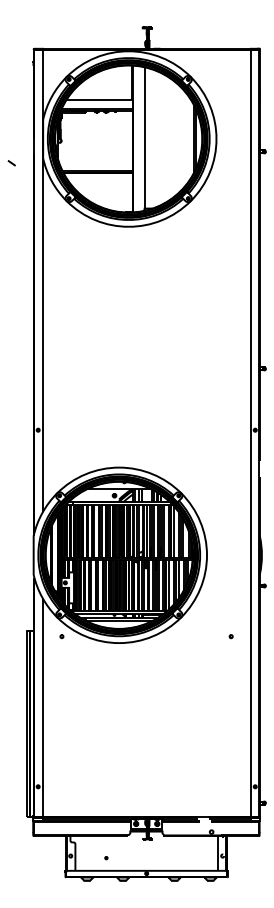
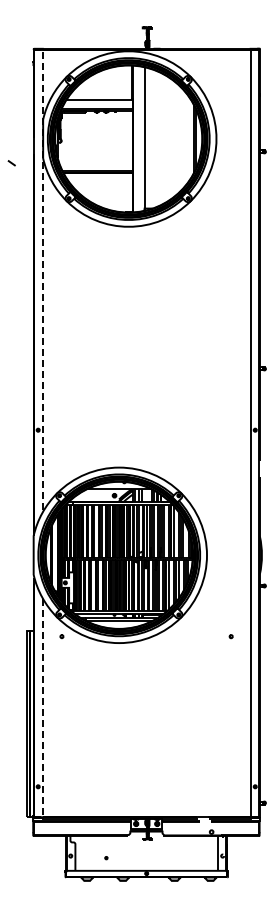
line at (42, 276): solid -> dashed
line at (42, 713): solid -> dashed
